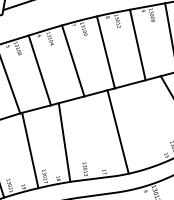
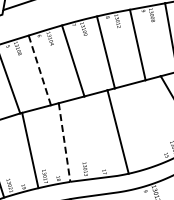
line at (39, 70): solid -> dashed
line at (64, 142): solid -> dashed
